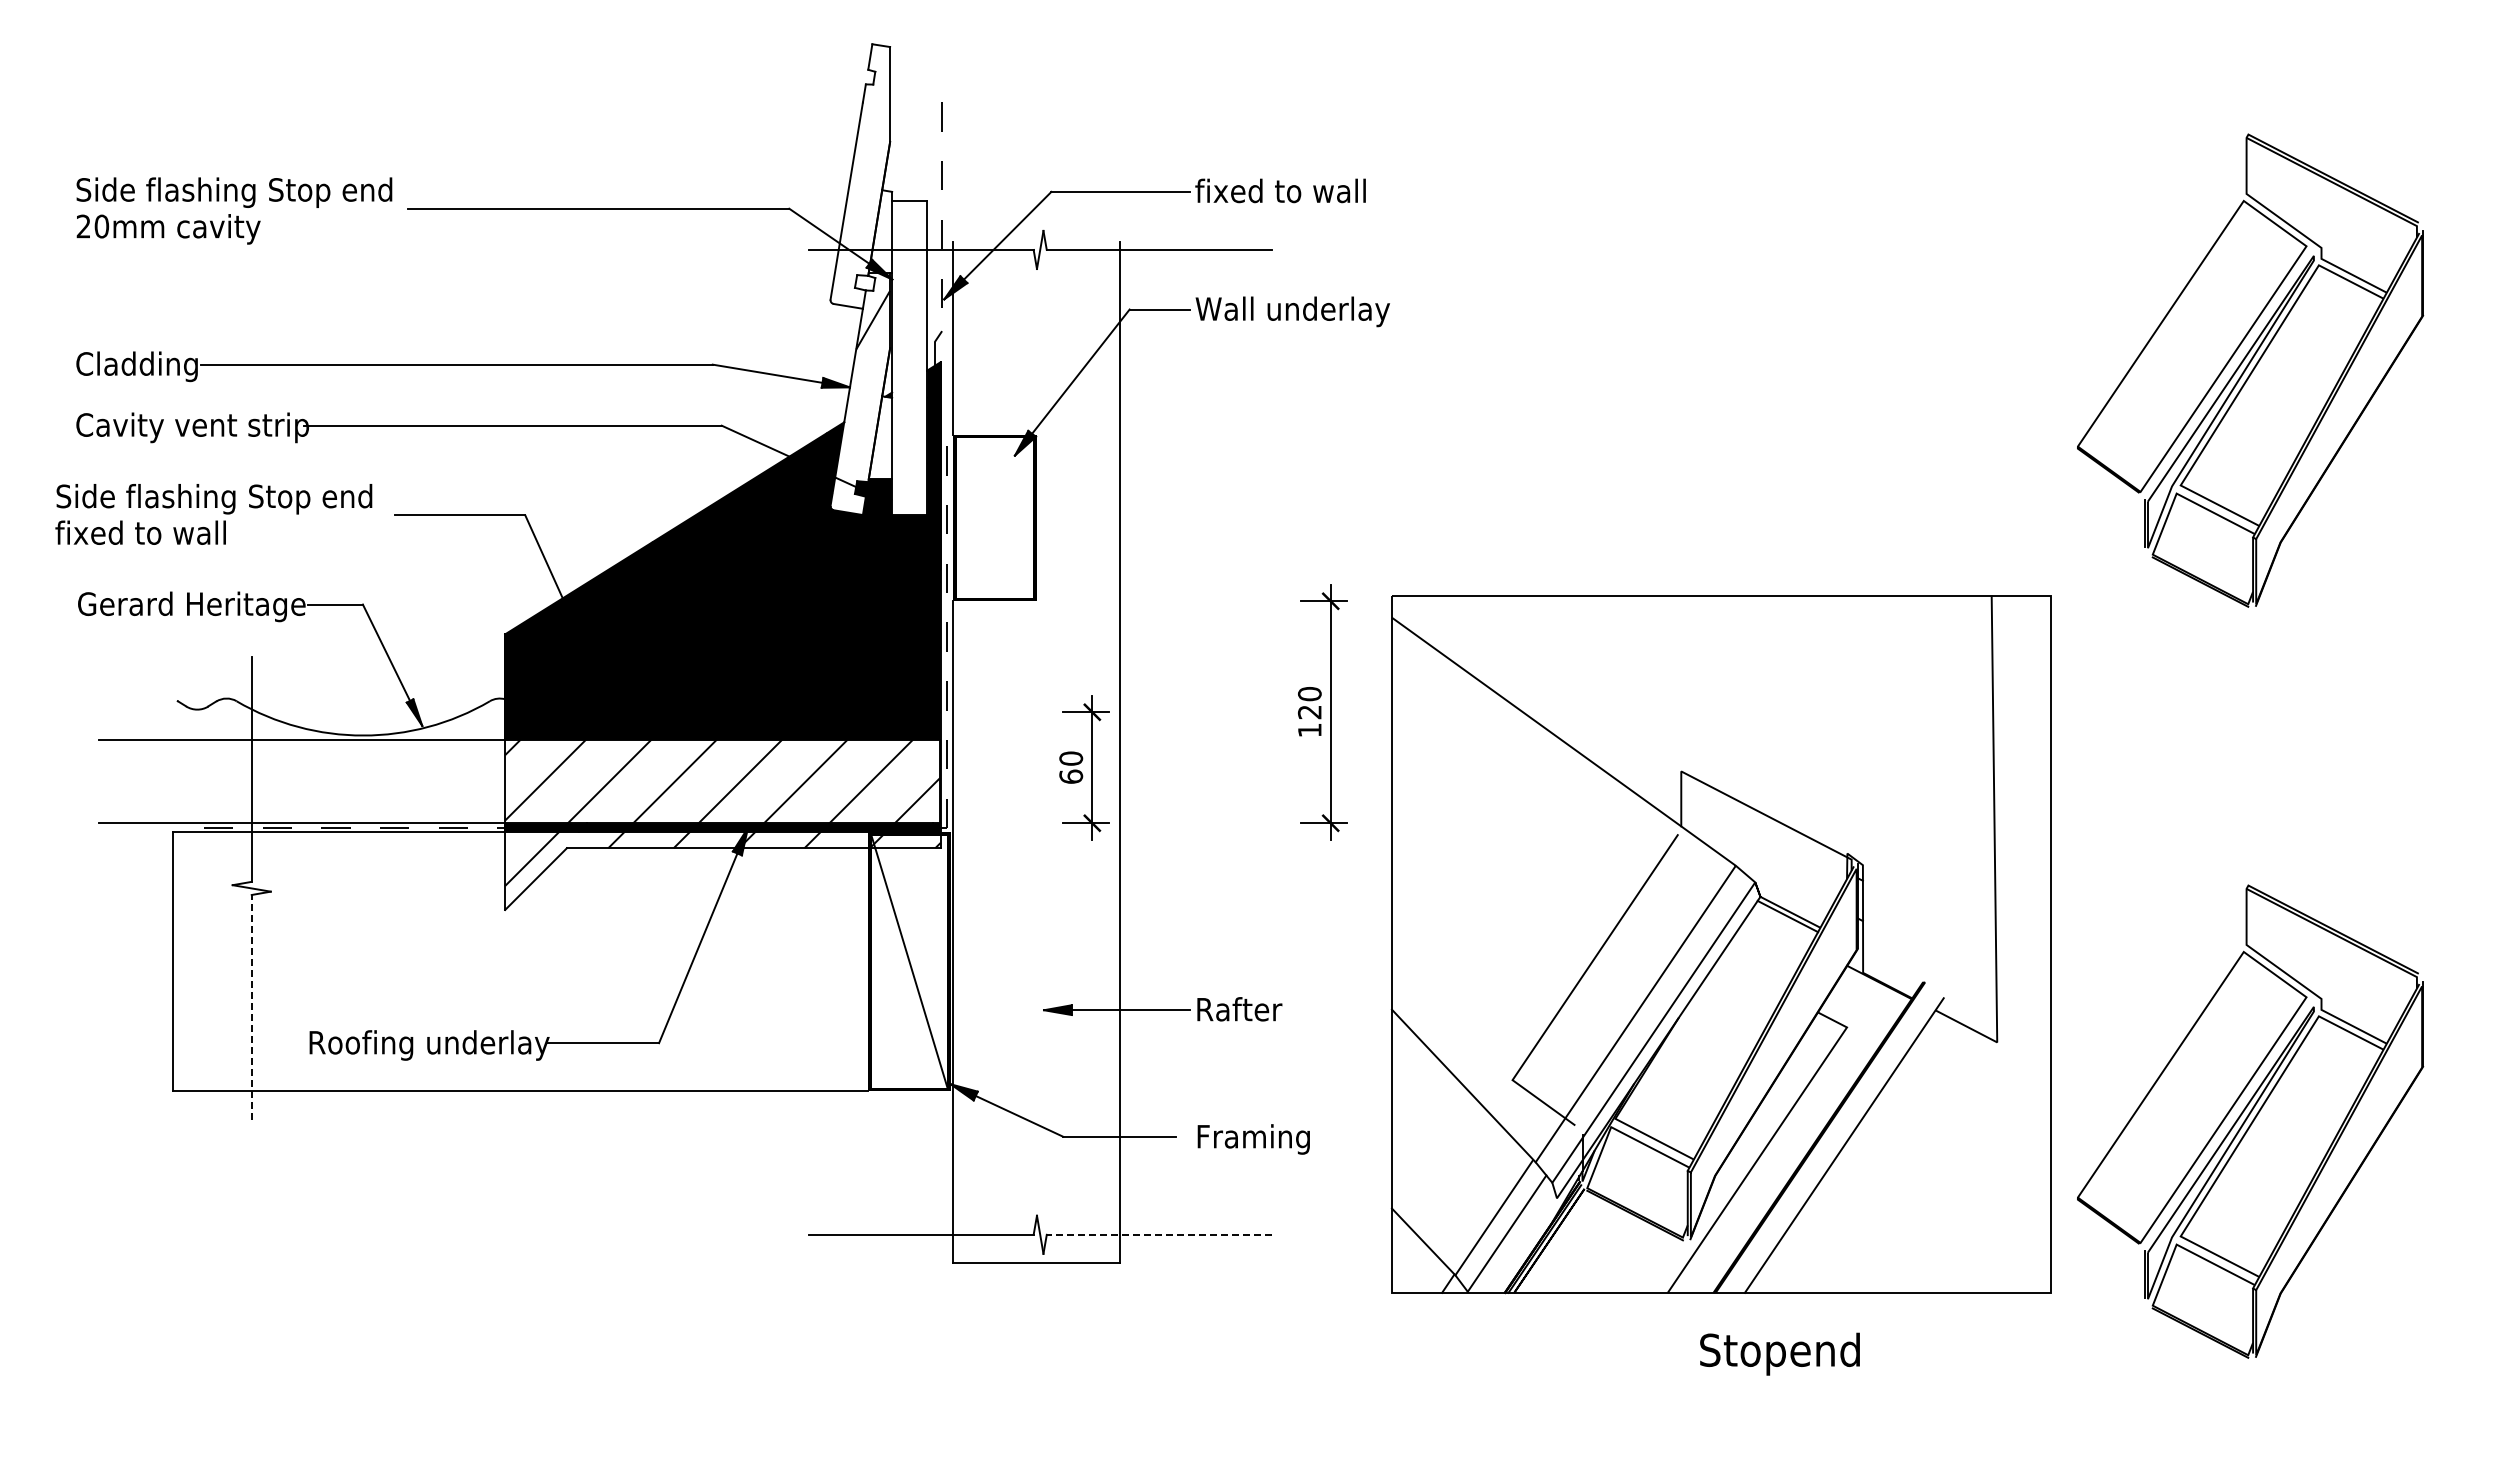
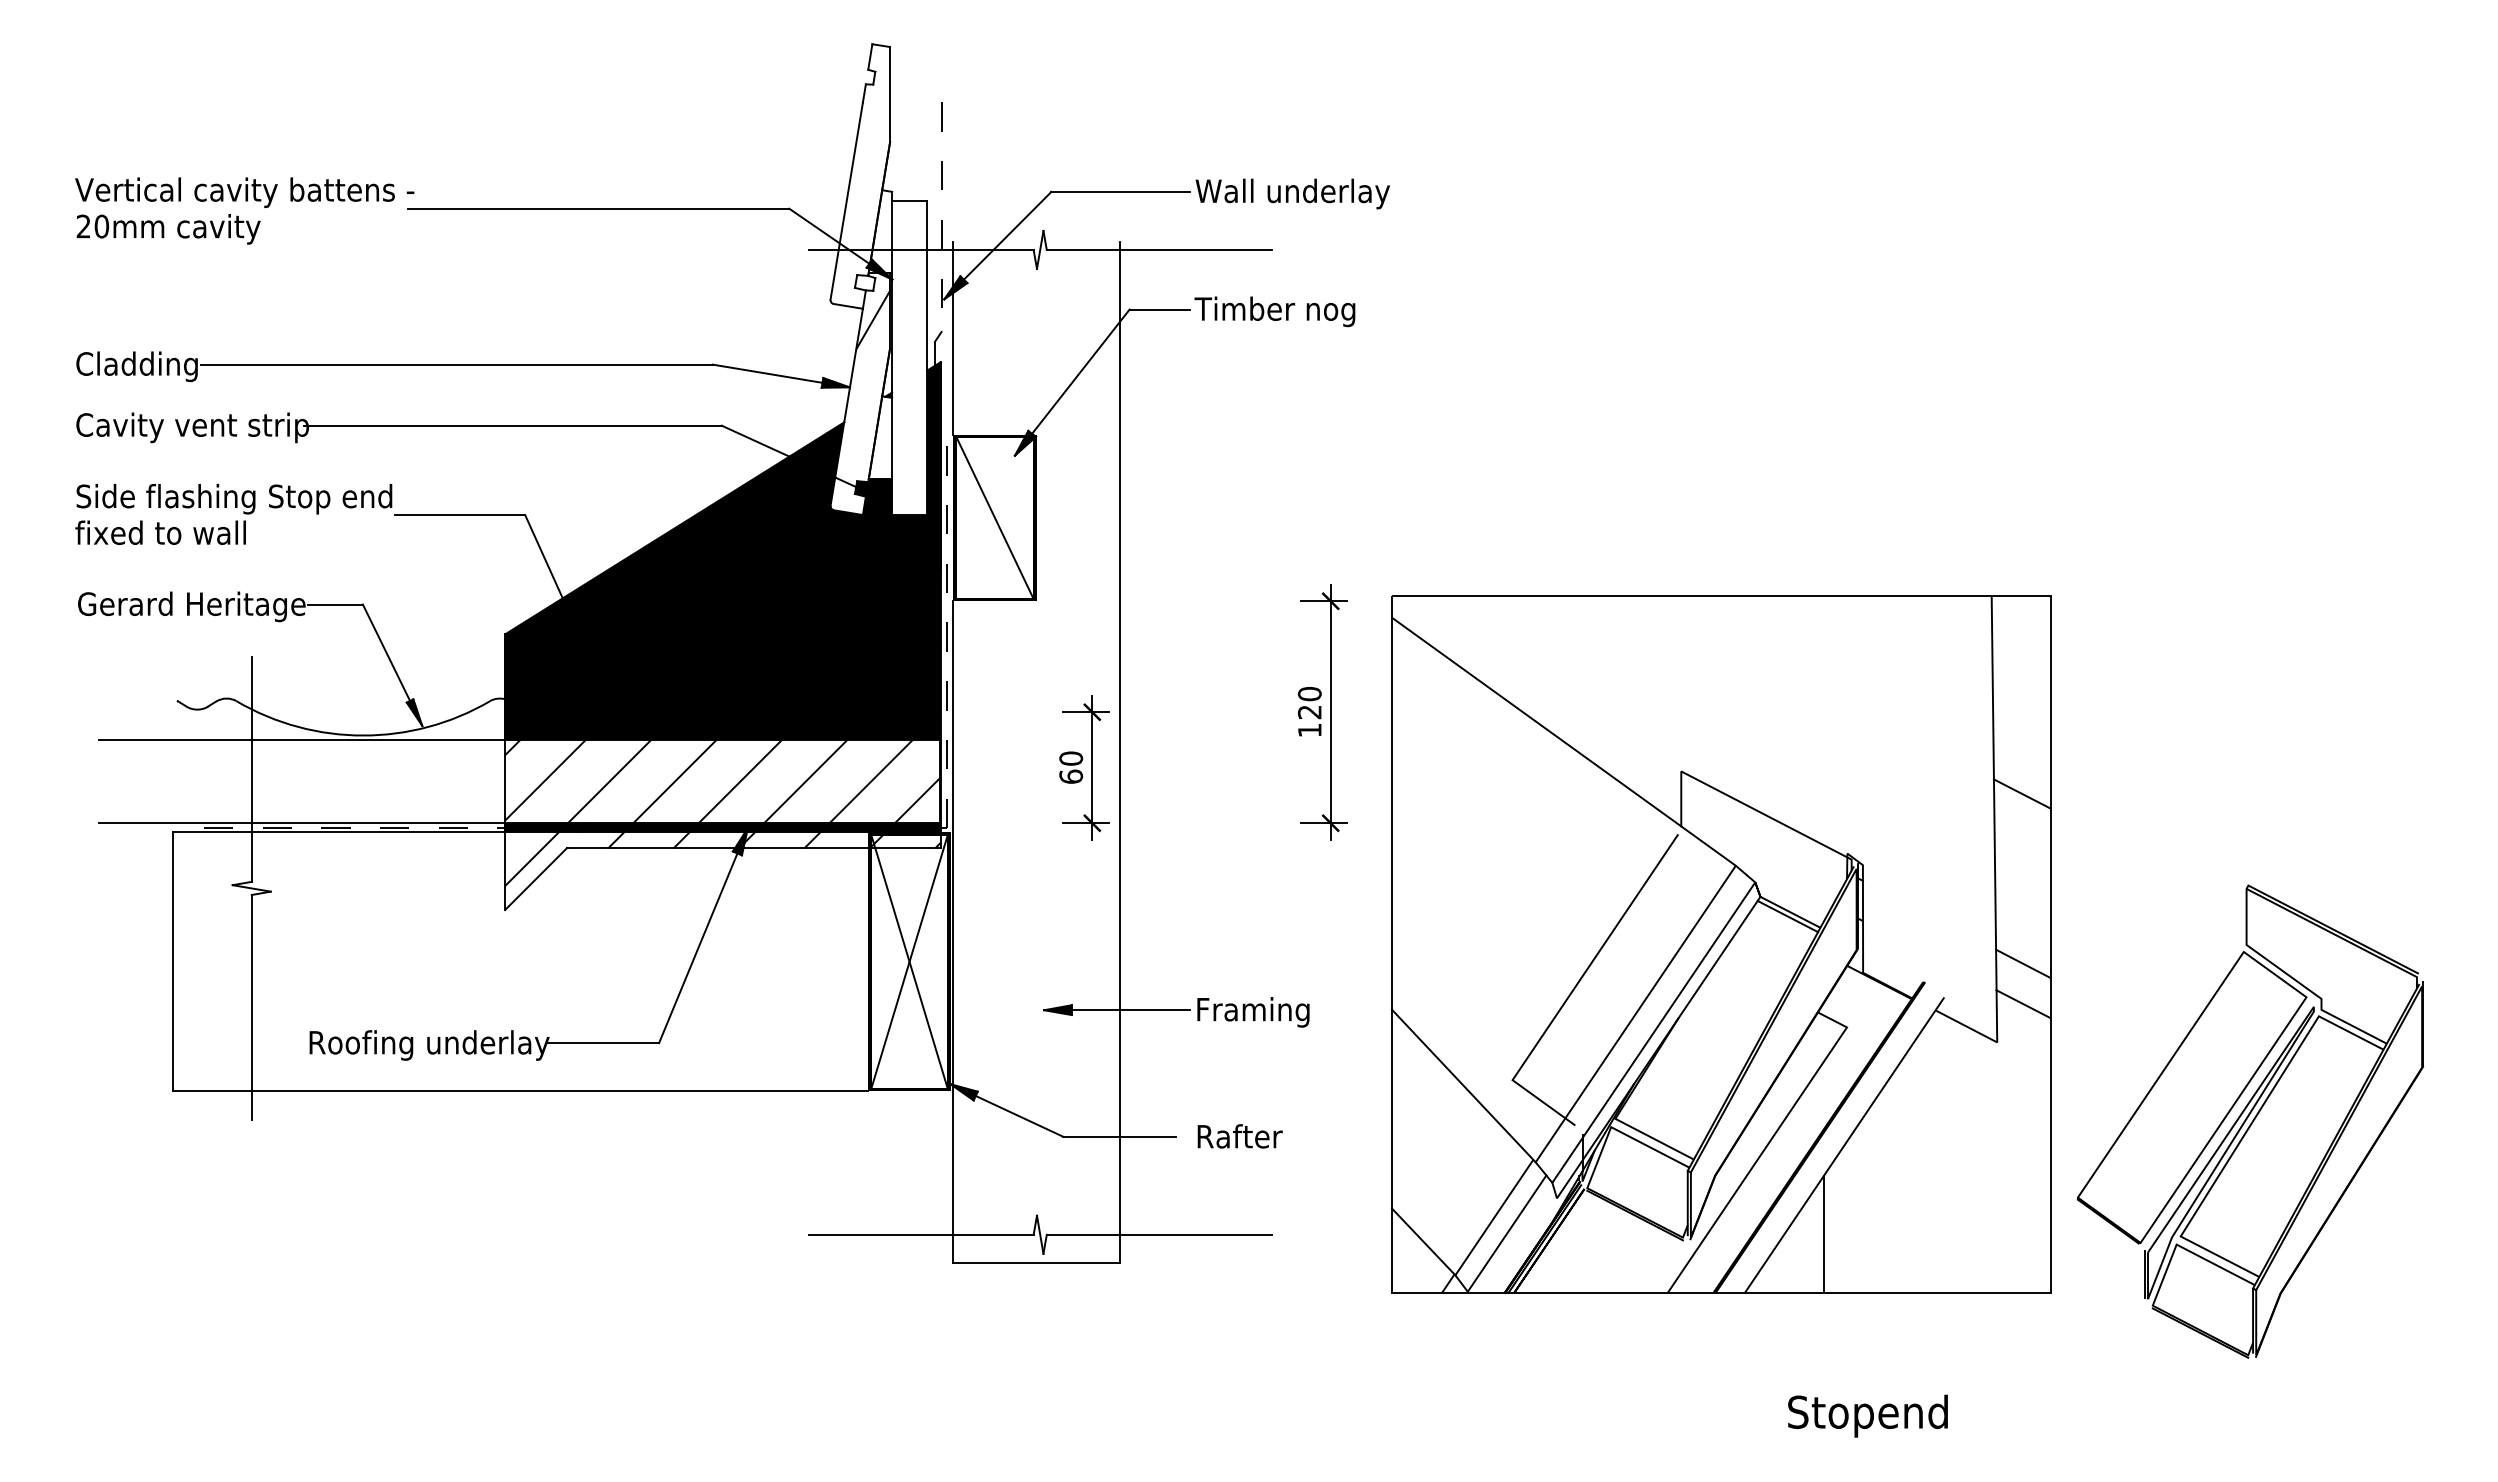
text at (244, 192): Side flashing Stop end -> Vertical cavity battens -
text at (1292, 193): fixed to wall -> Wall underlay
text at (1292, 311): Wall underlay -> Timber nog
part at (2250, 370): present -> none
text at (213, 514) position: (213, 514) -> (233, 514)
line at (994, 517): none -> present
line at (2021, 793): none -> present
line at (909, 961): none -> present
line at (2023, 963): none -> present
line at (2023, 1004): none -> present
line at (251, 1006): dashed -> solid
text at (1254, 1012): Rafter -> Framing
text at (1254, 1139): Framing -> Rafter
line at (1158, 1234): dashed -> solid
line at (1823, 1234): none -> present
text at (1779, 1353) position: (1779, 1353) -> (1867, 1415)
